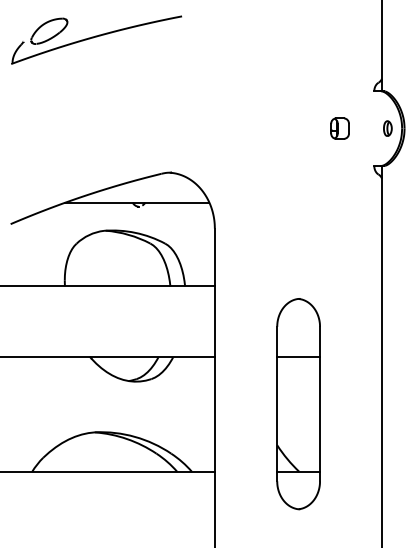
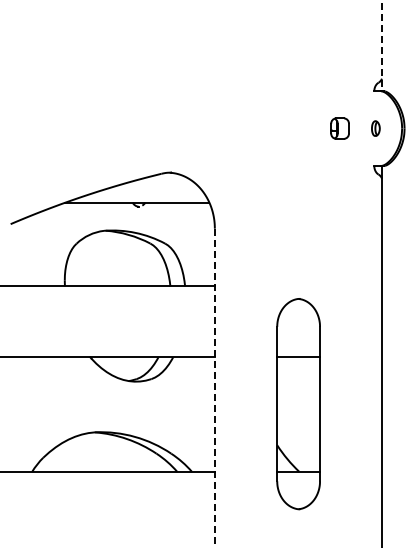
part at (96, 39): present -> none
line at (381, 46): solid -> dashed
part at (387, 128) position: (387, 128) -> (375, 128)
line at (214, 388): solid -> dashed
